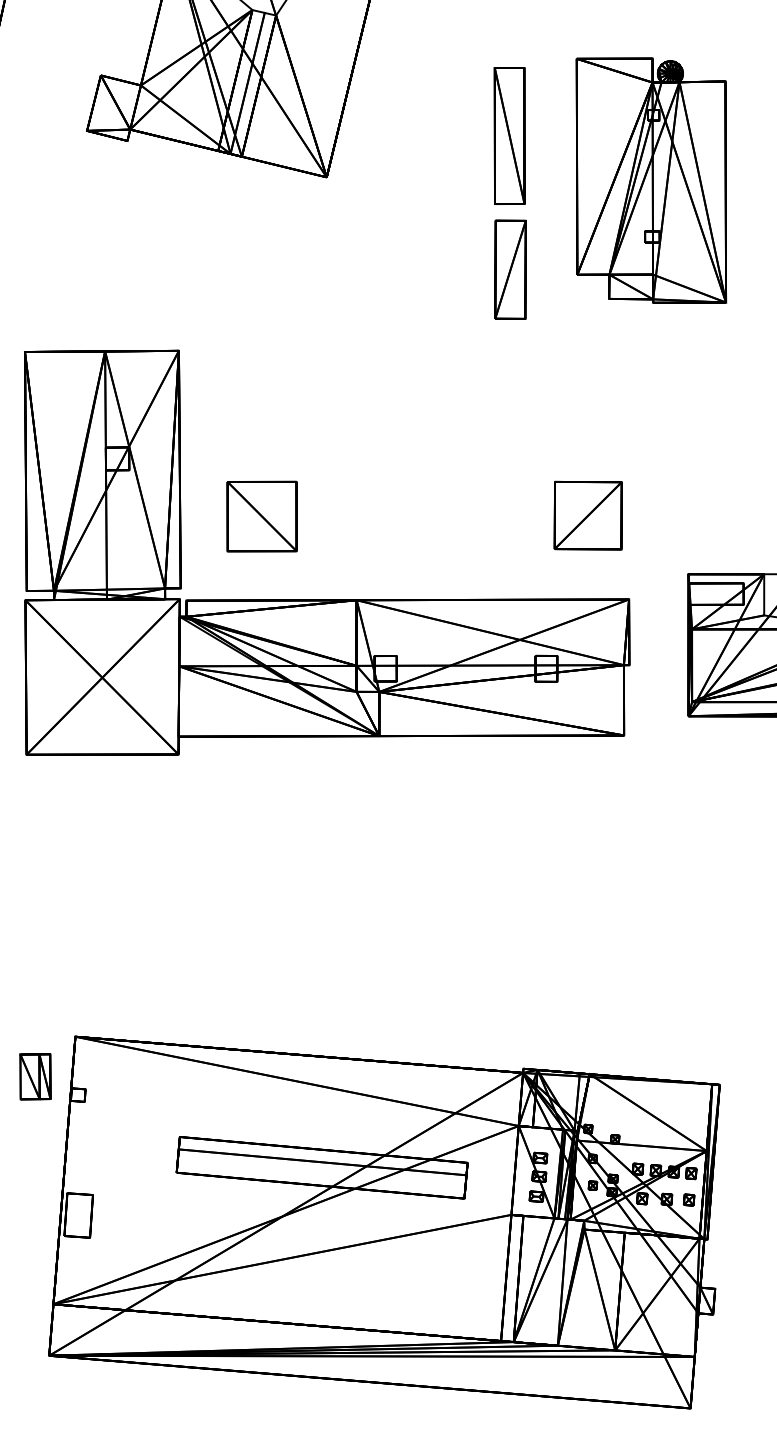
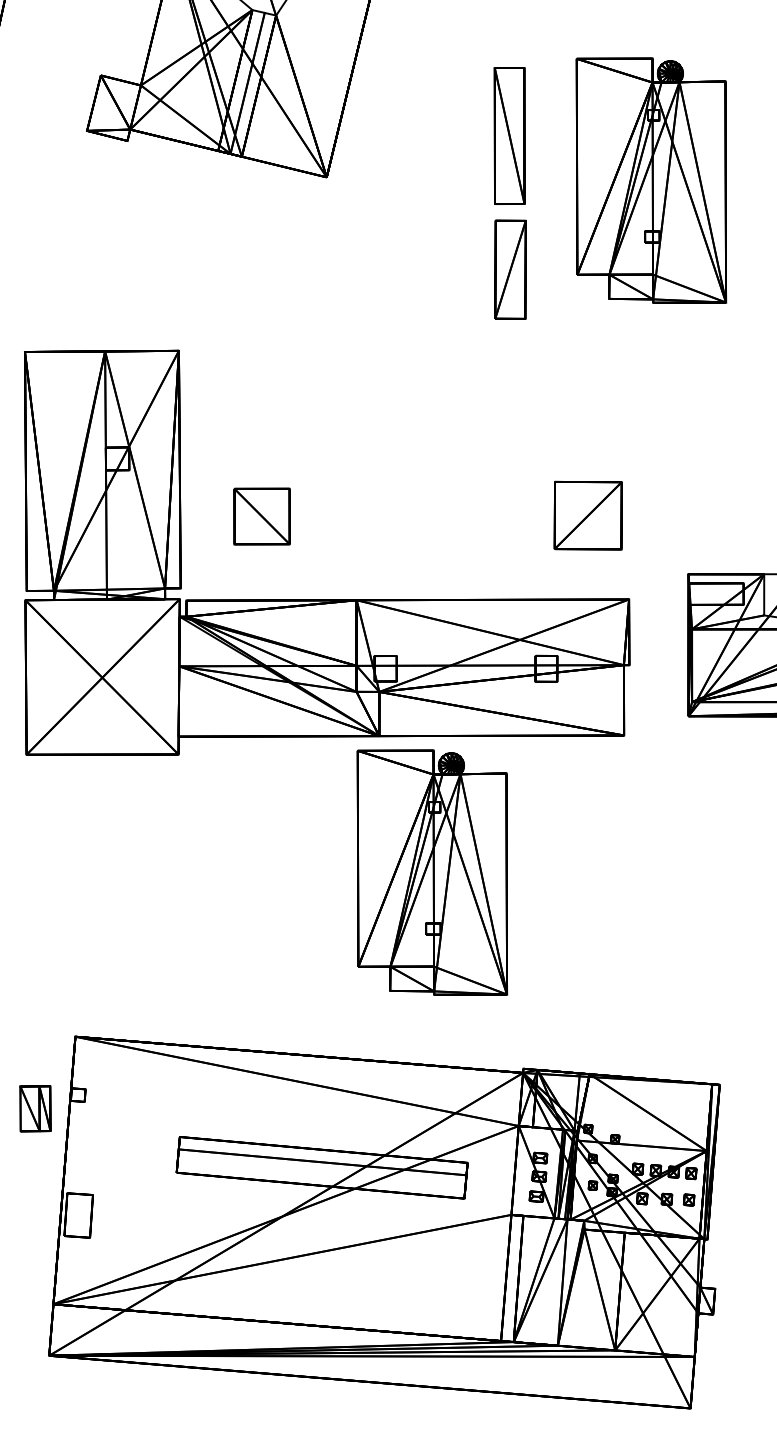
part at (261, 516) size: 72x73 px -> 58x59 px
part at (432, 872): none -> present
part at (35, 1076) position: (35, 1076) -> (35, 1108)
